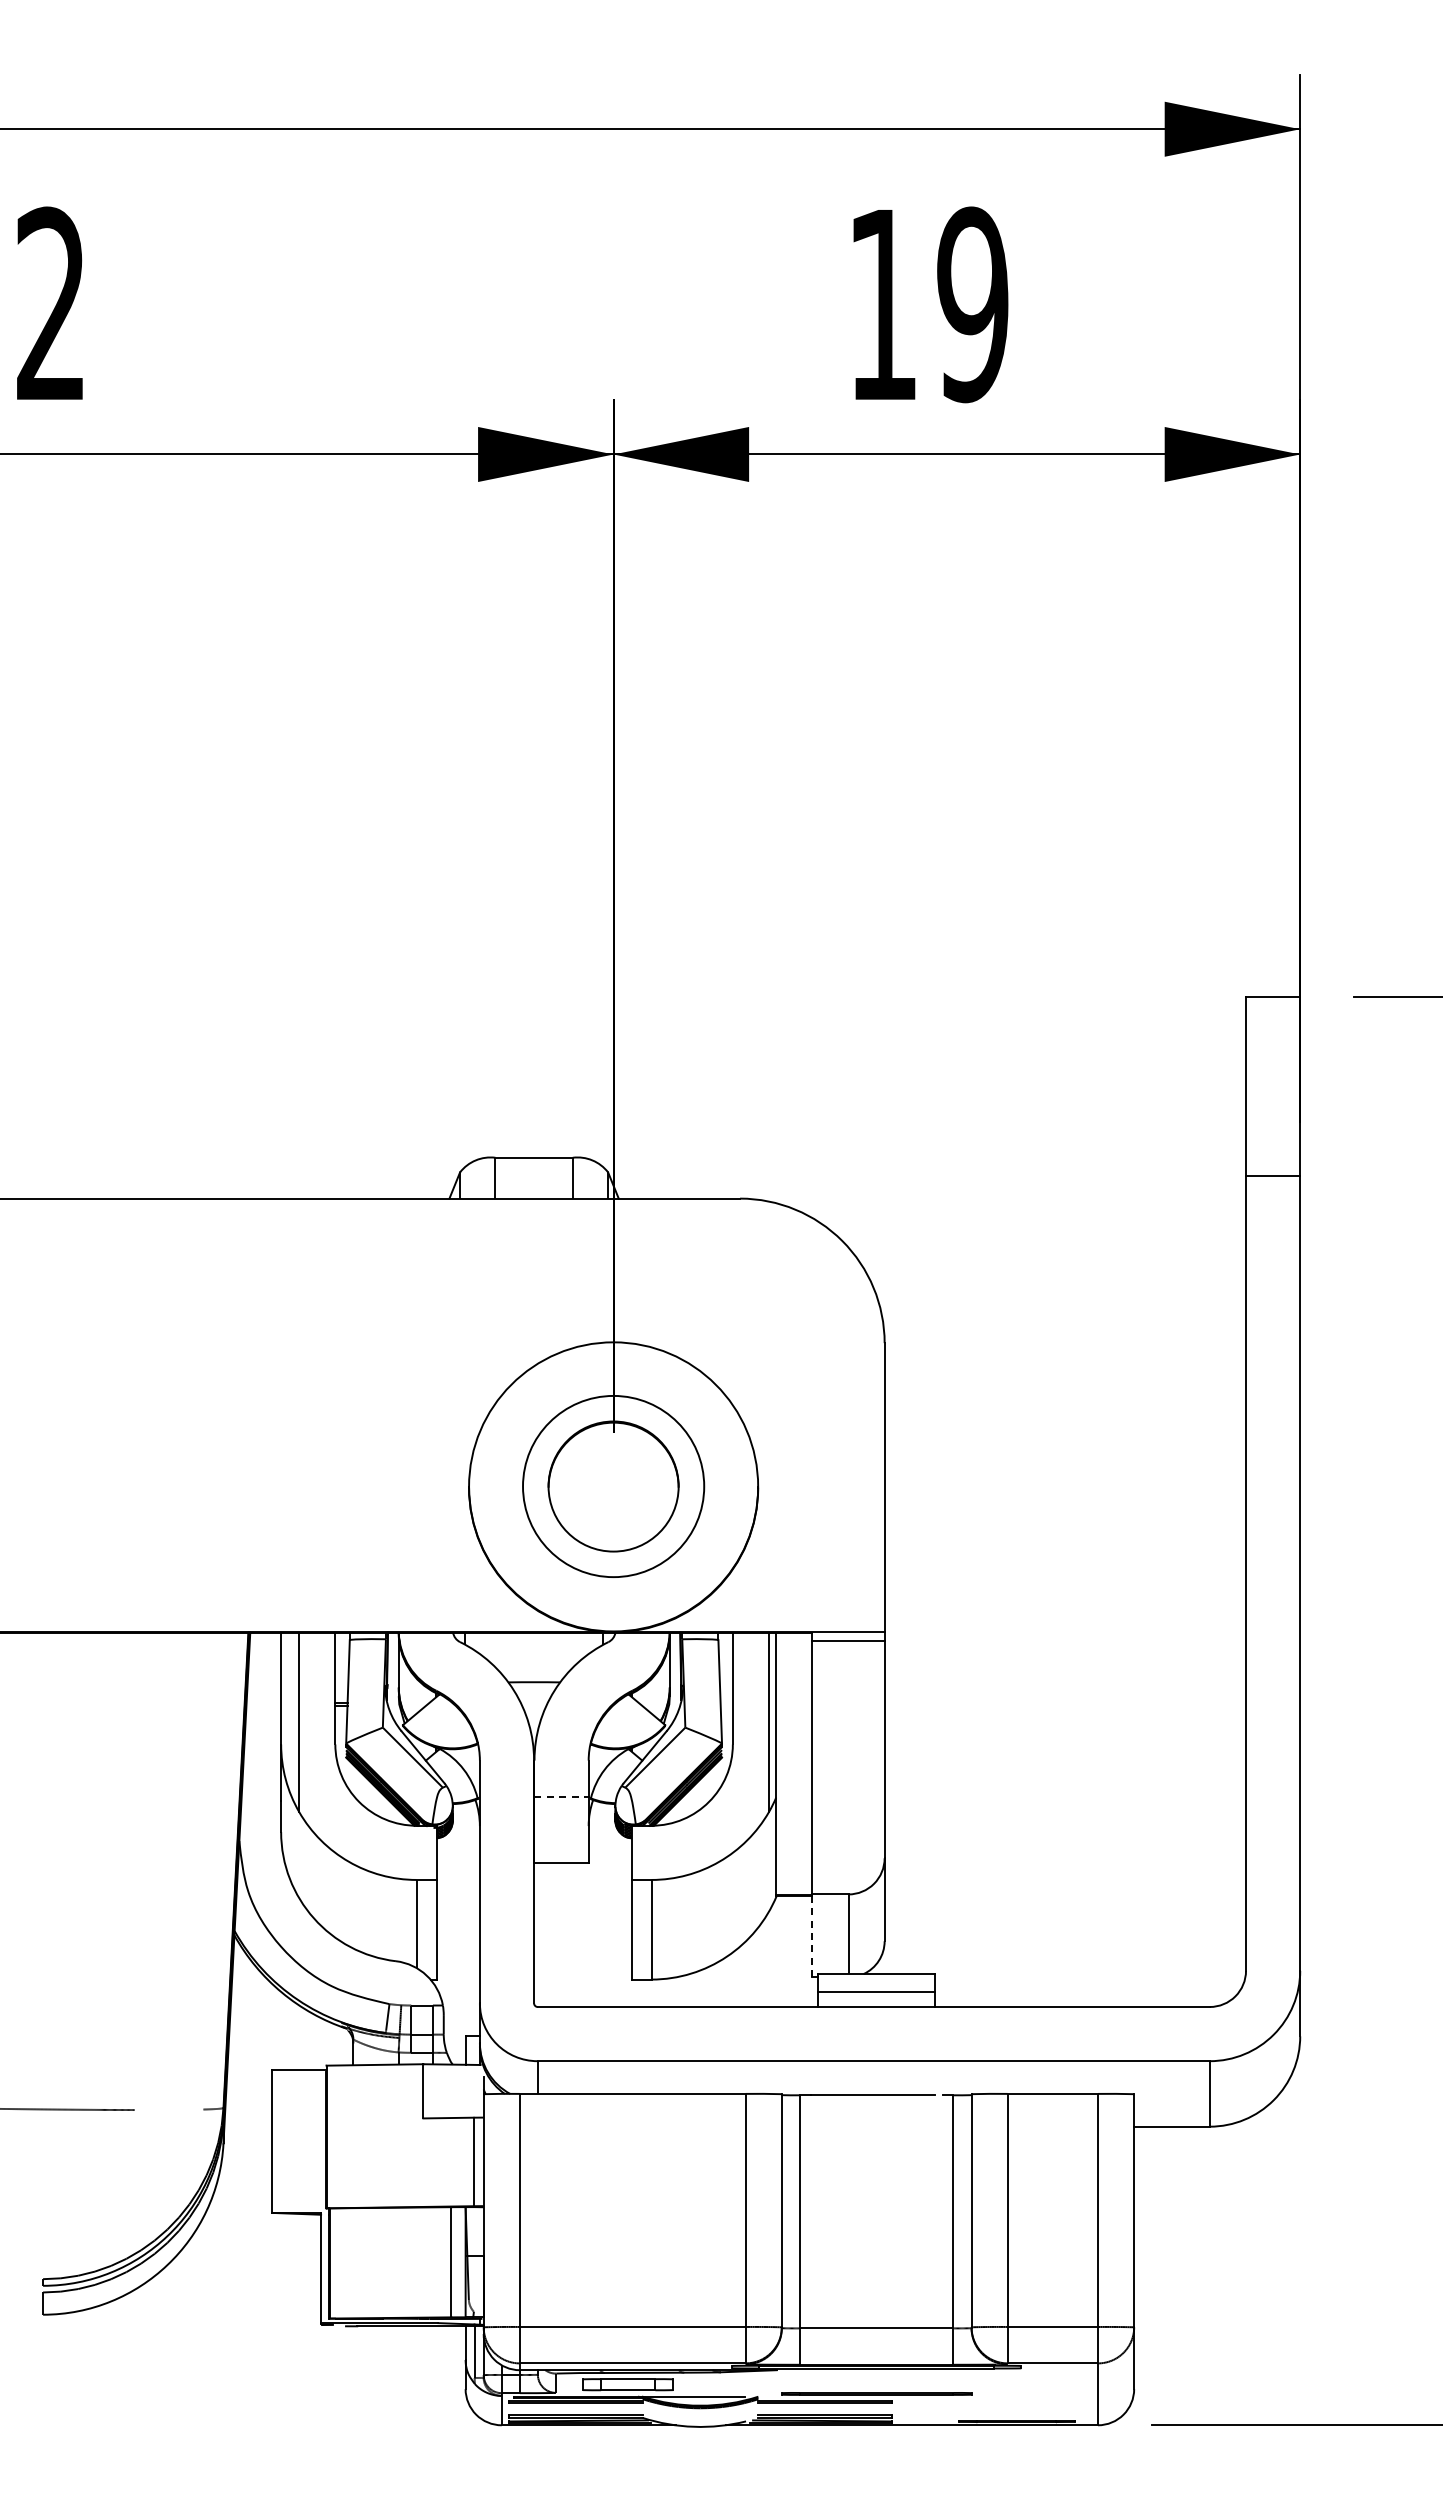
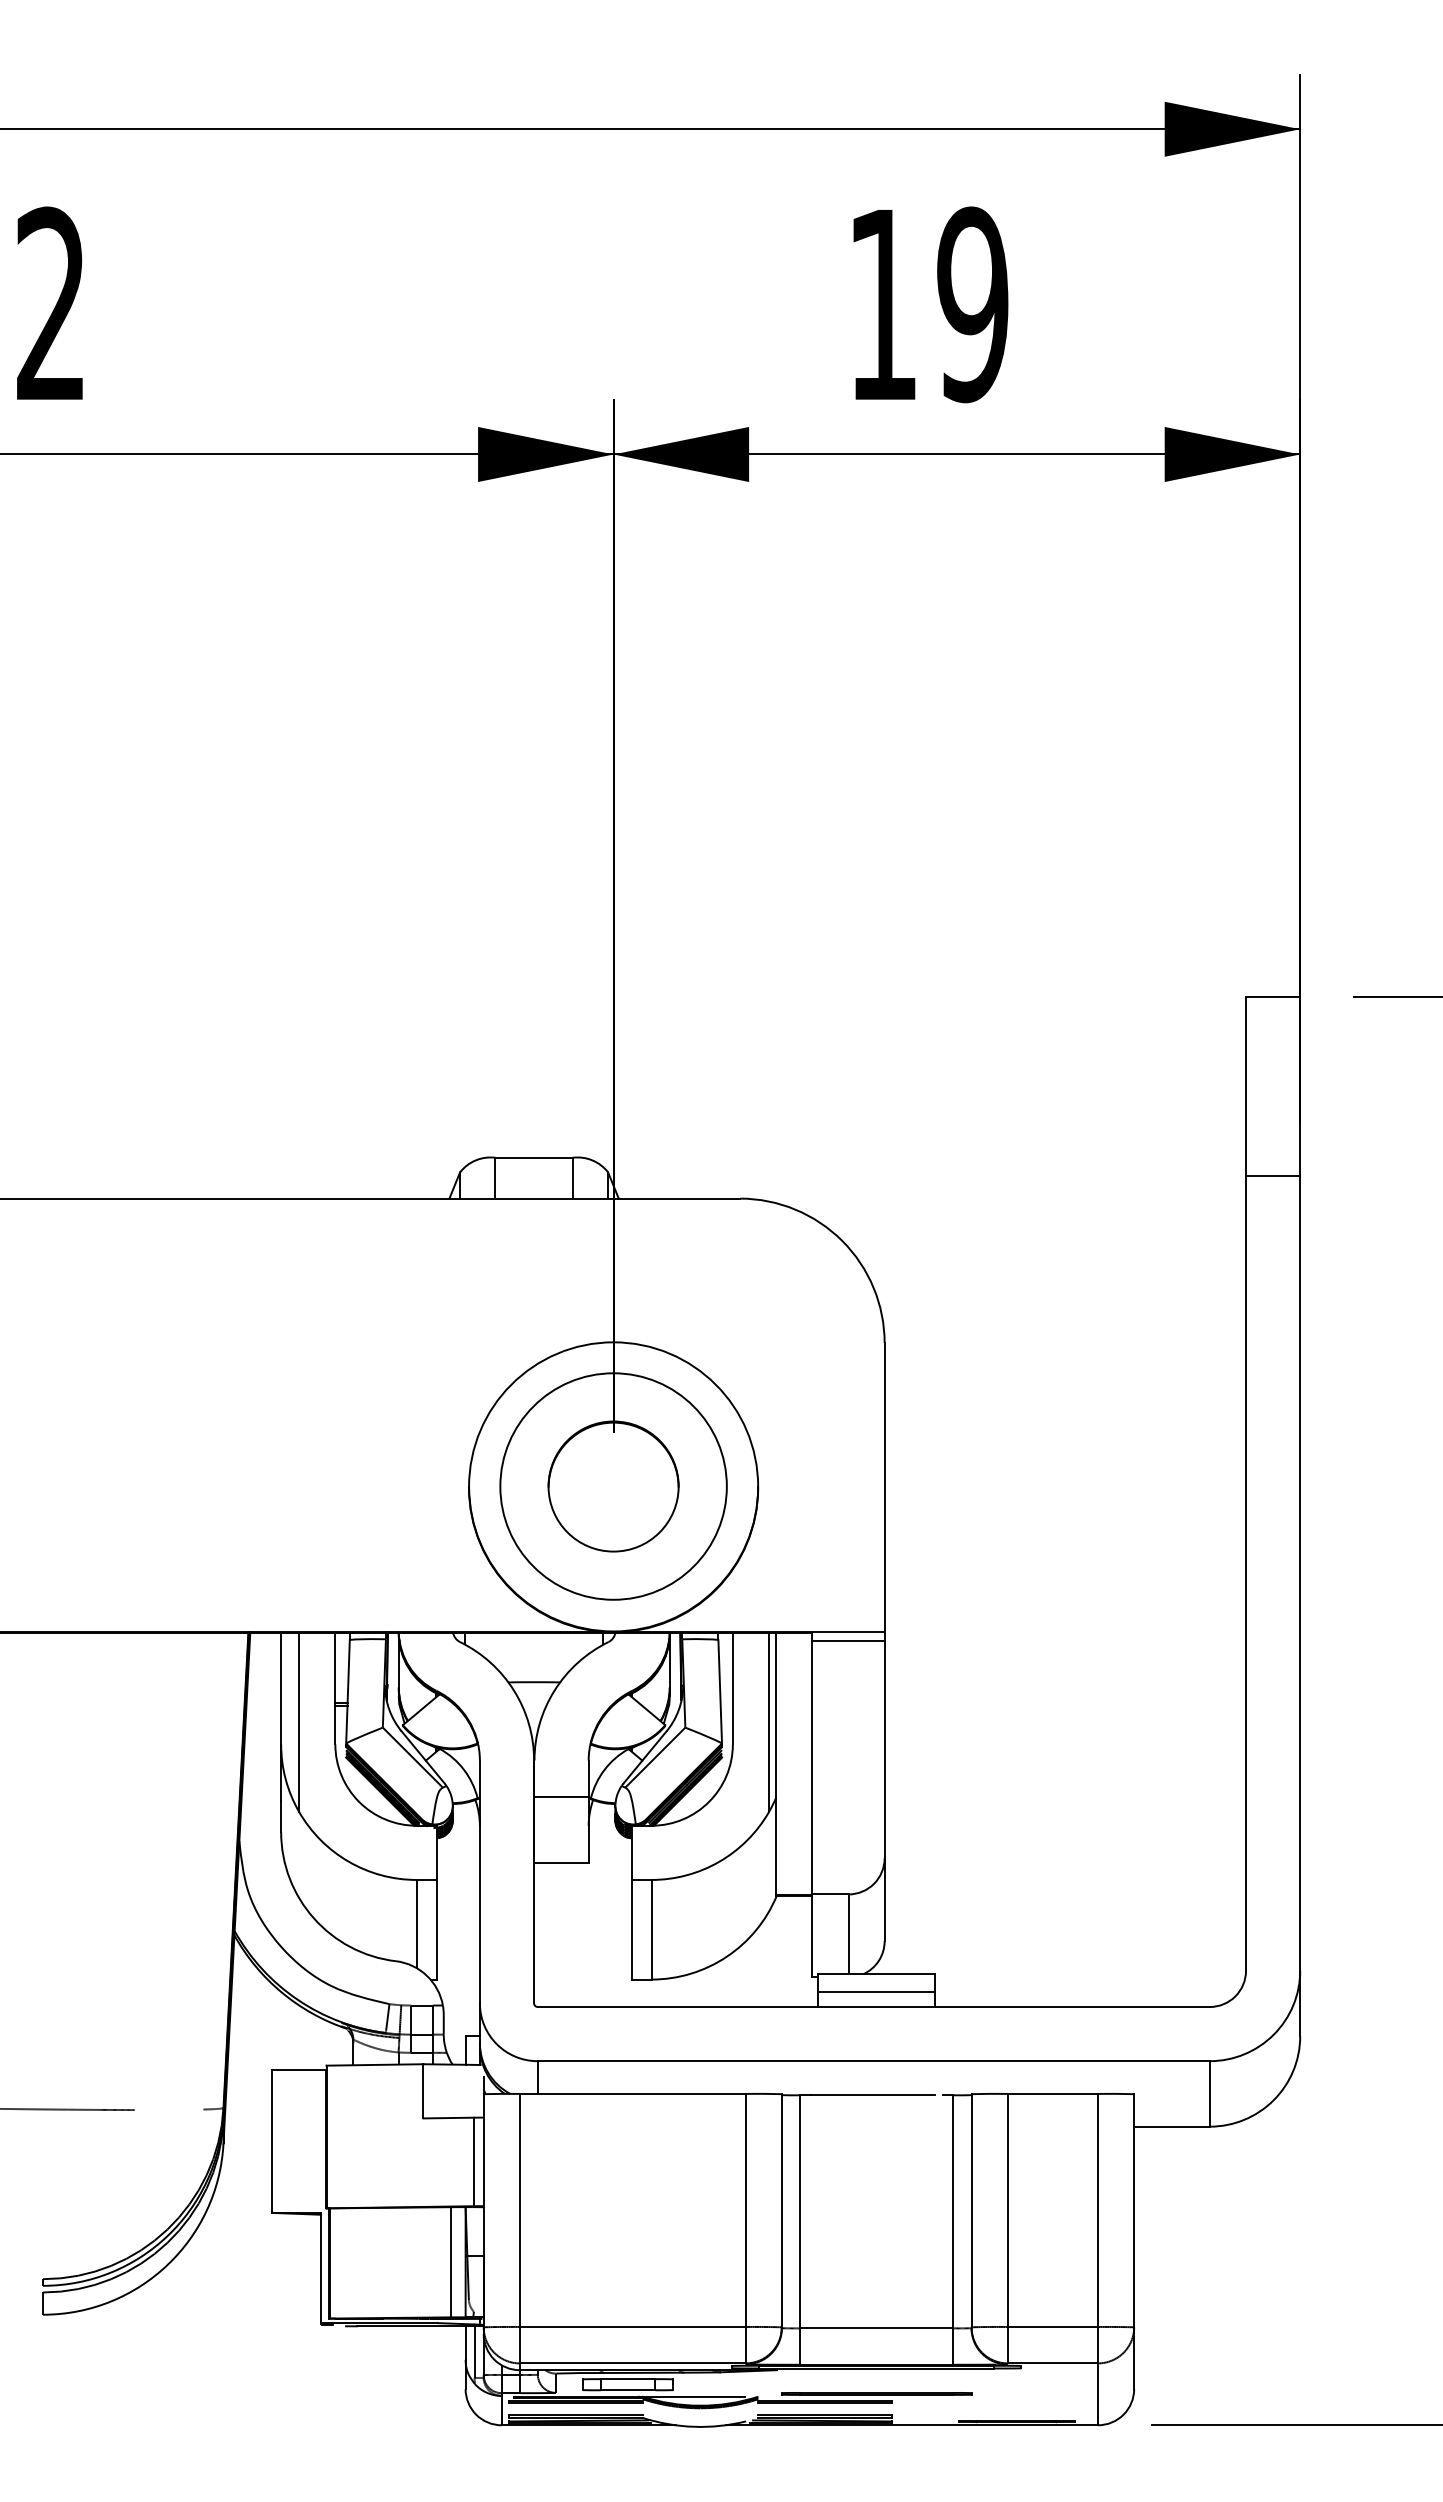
circle at (613, 1486) diameter: 181 px -> 227 px
line at (562, 1797): dashed -> solid
line at (812, 1936): dashed -> solid
